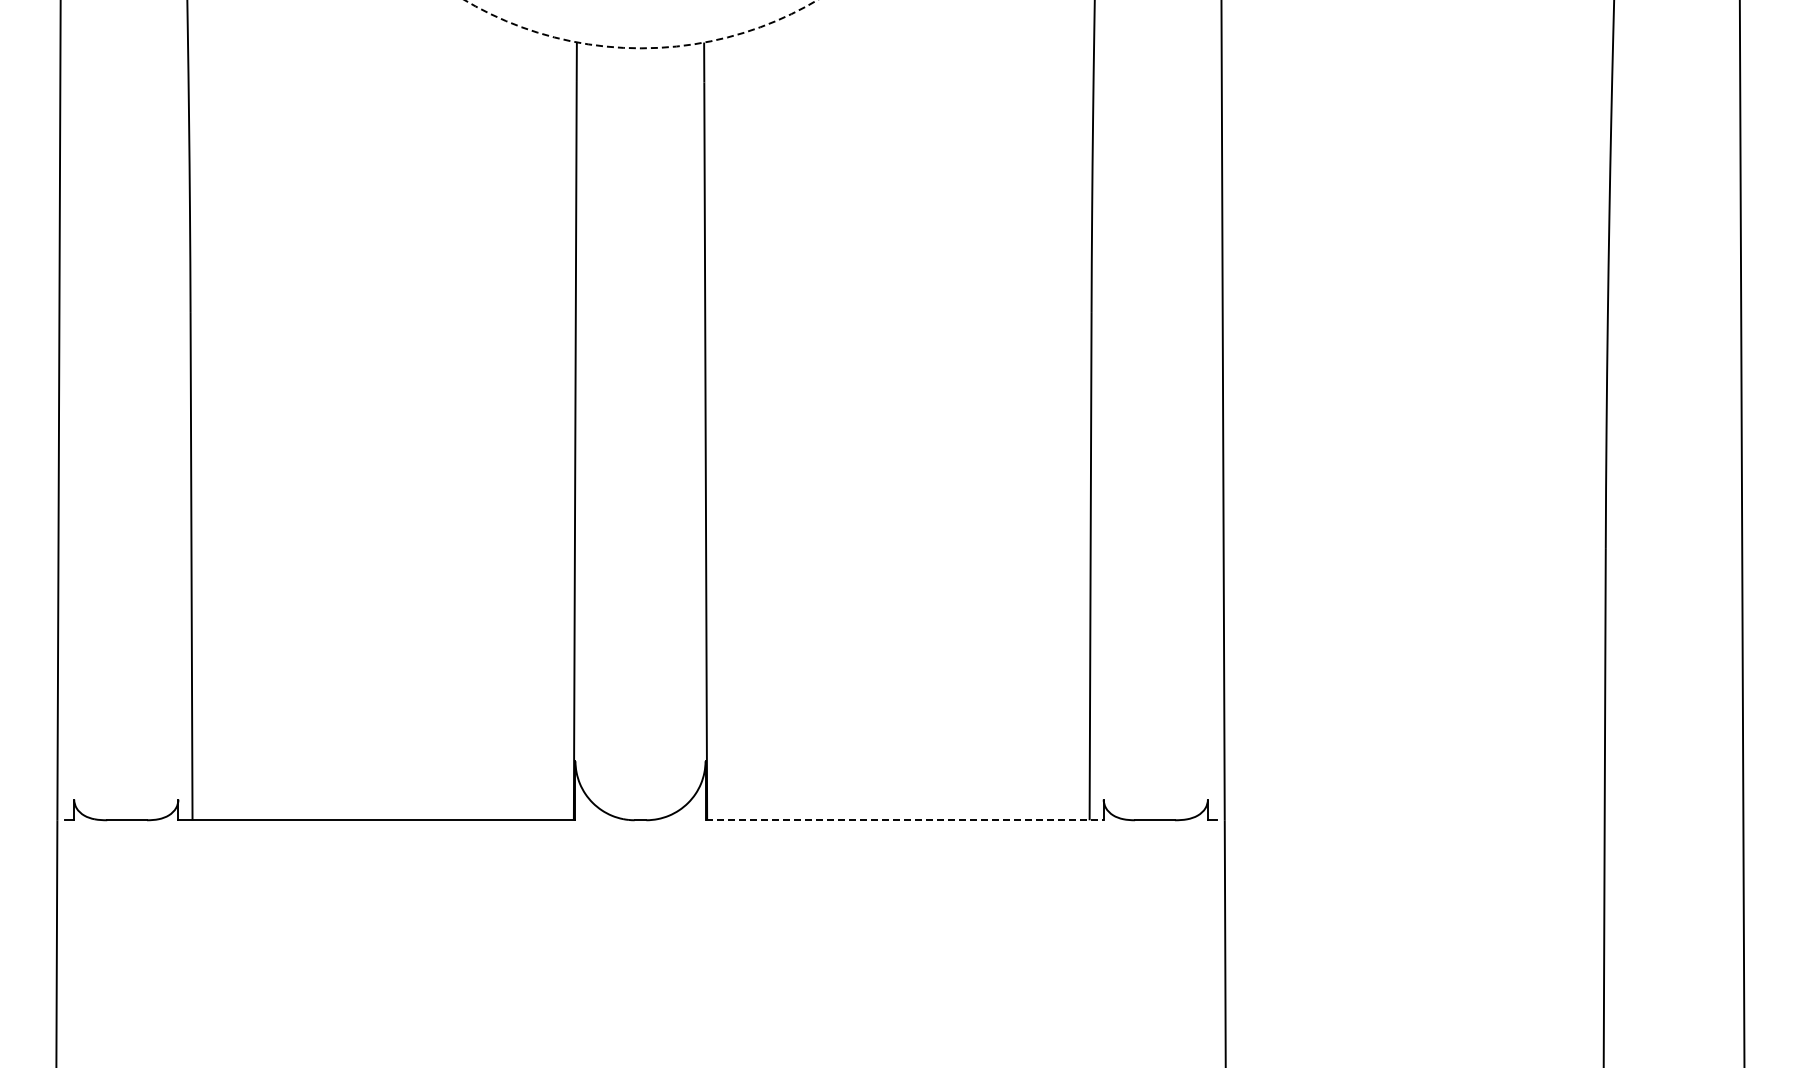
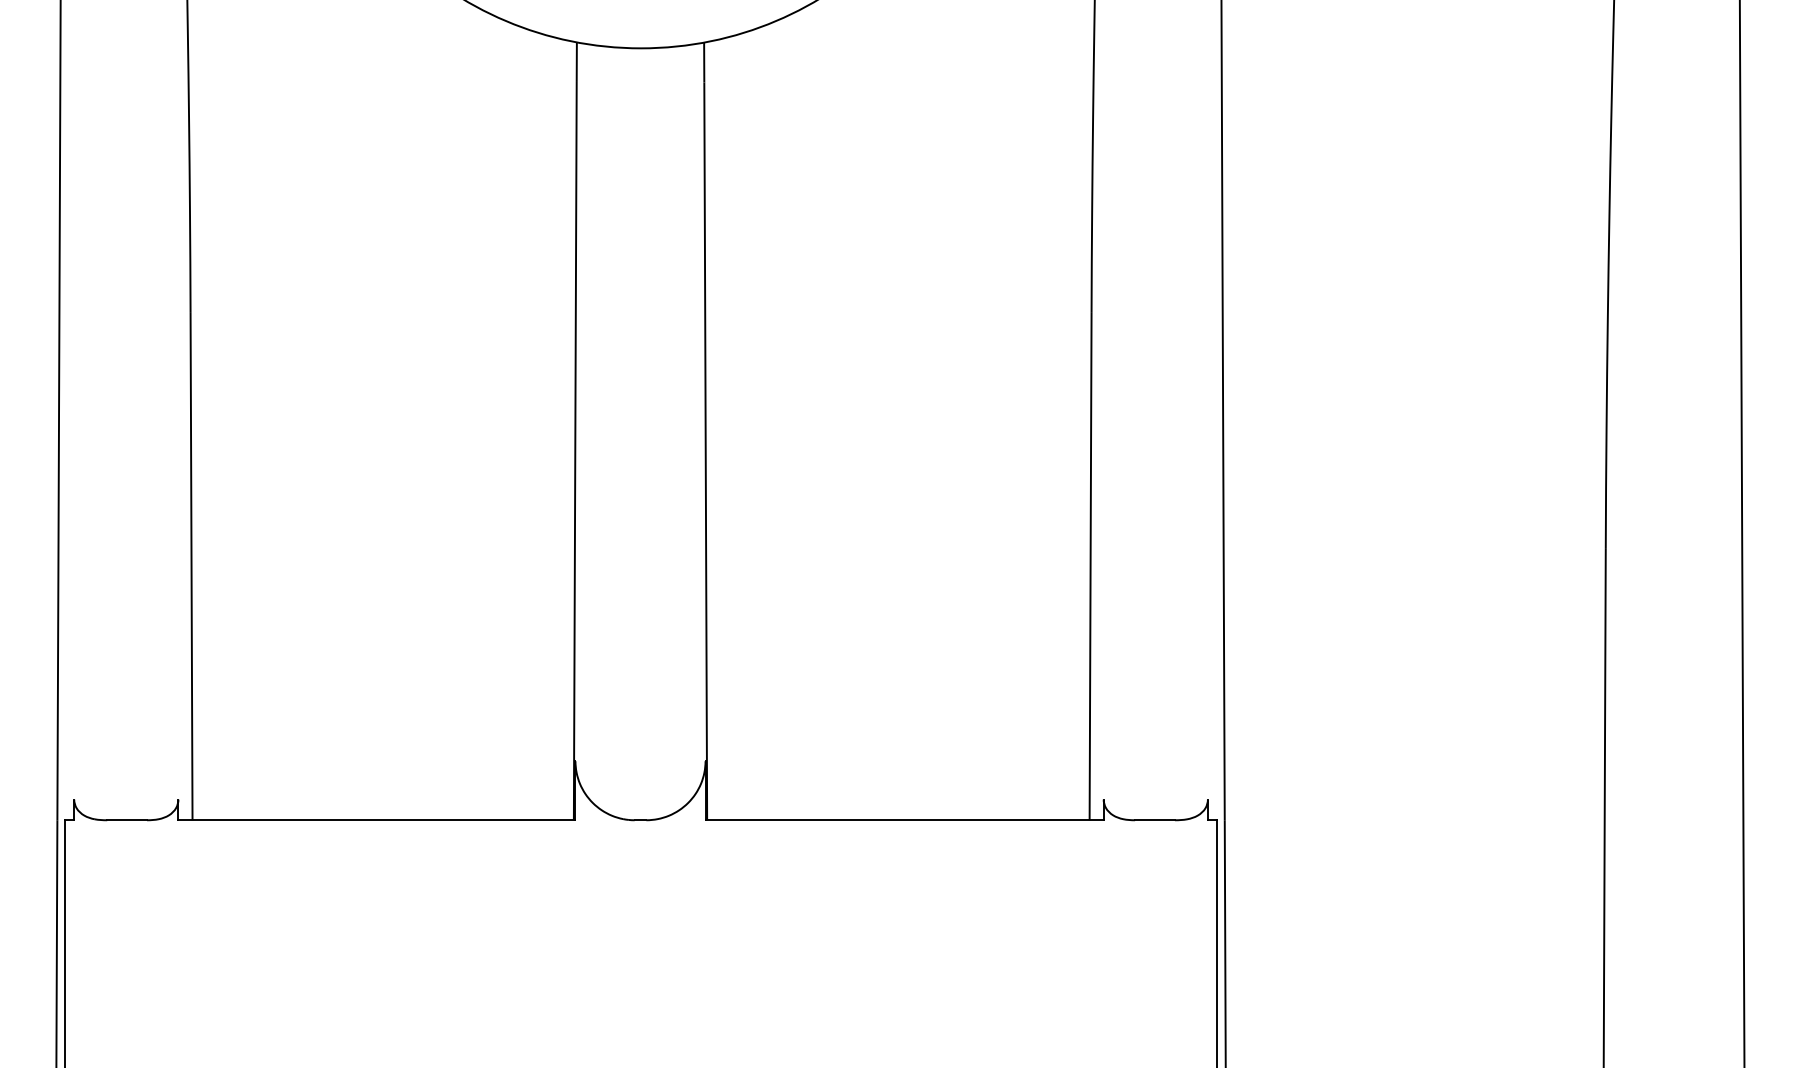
circle at (640, 24): dashed -> solid
line at (905, 820): dashed -> solid
line at (65, 942): none -> present
line at (1216, 942): none -> present
